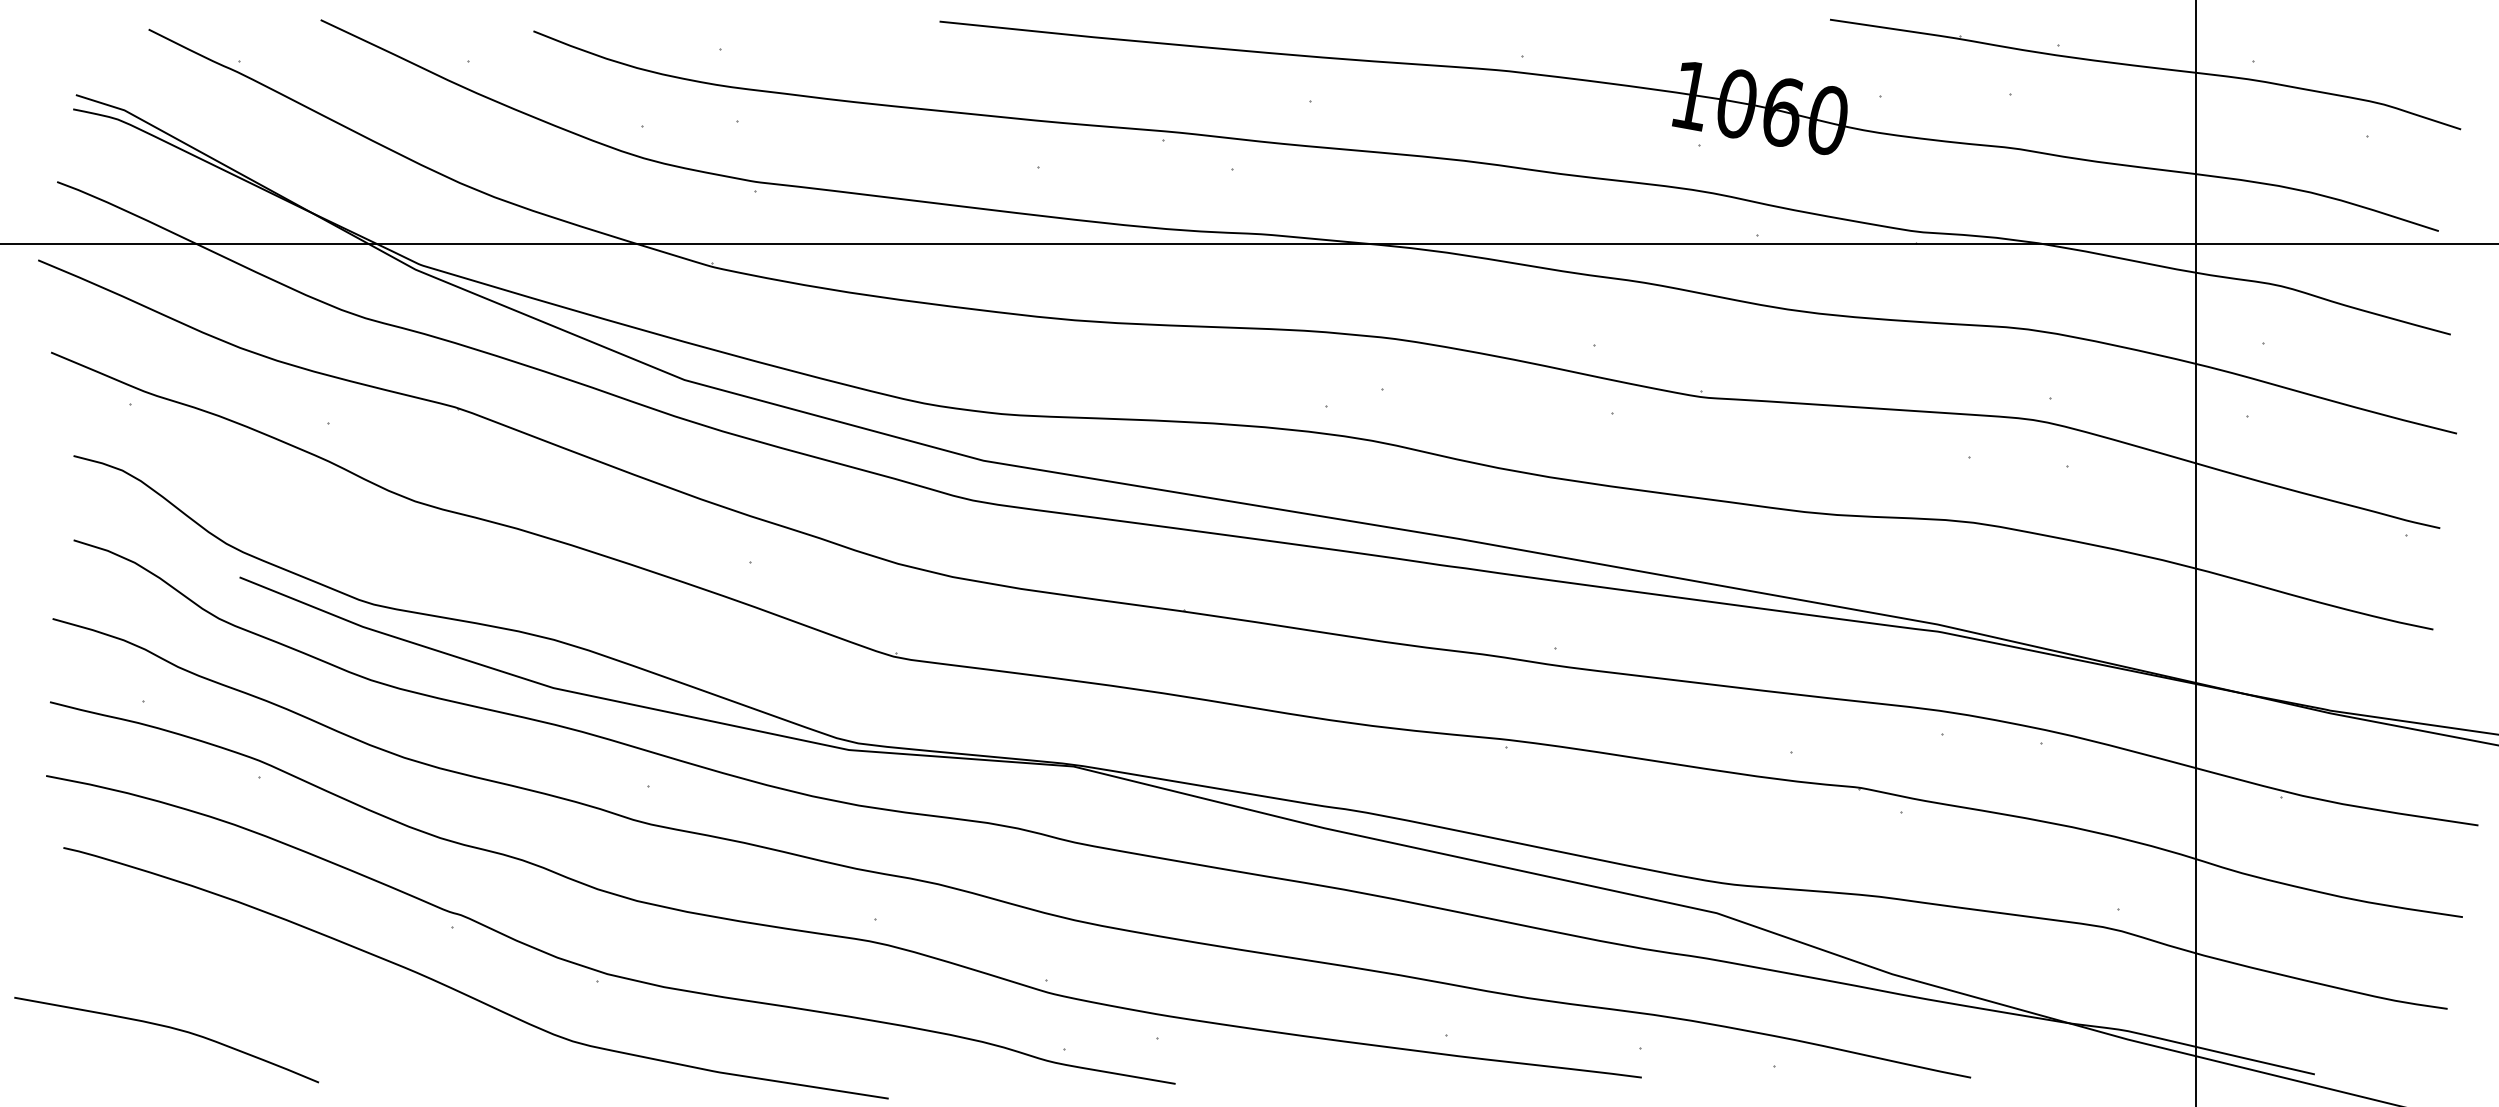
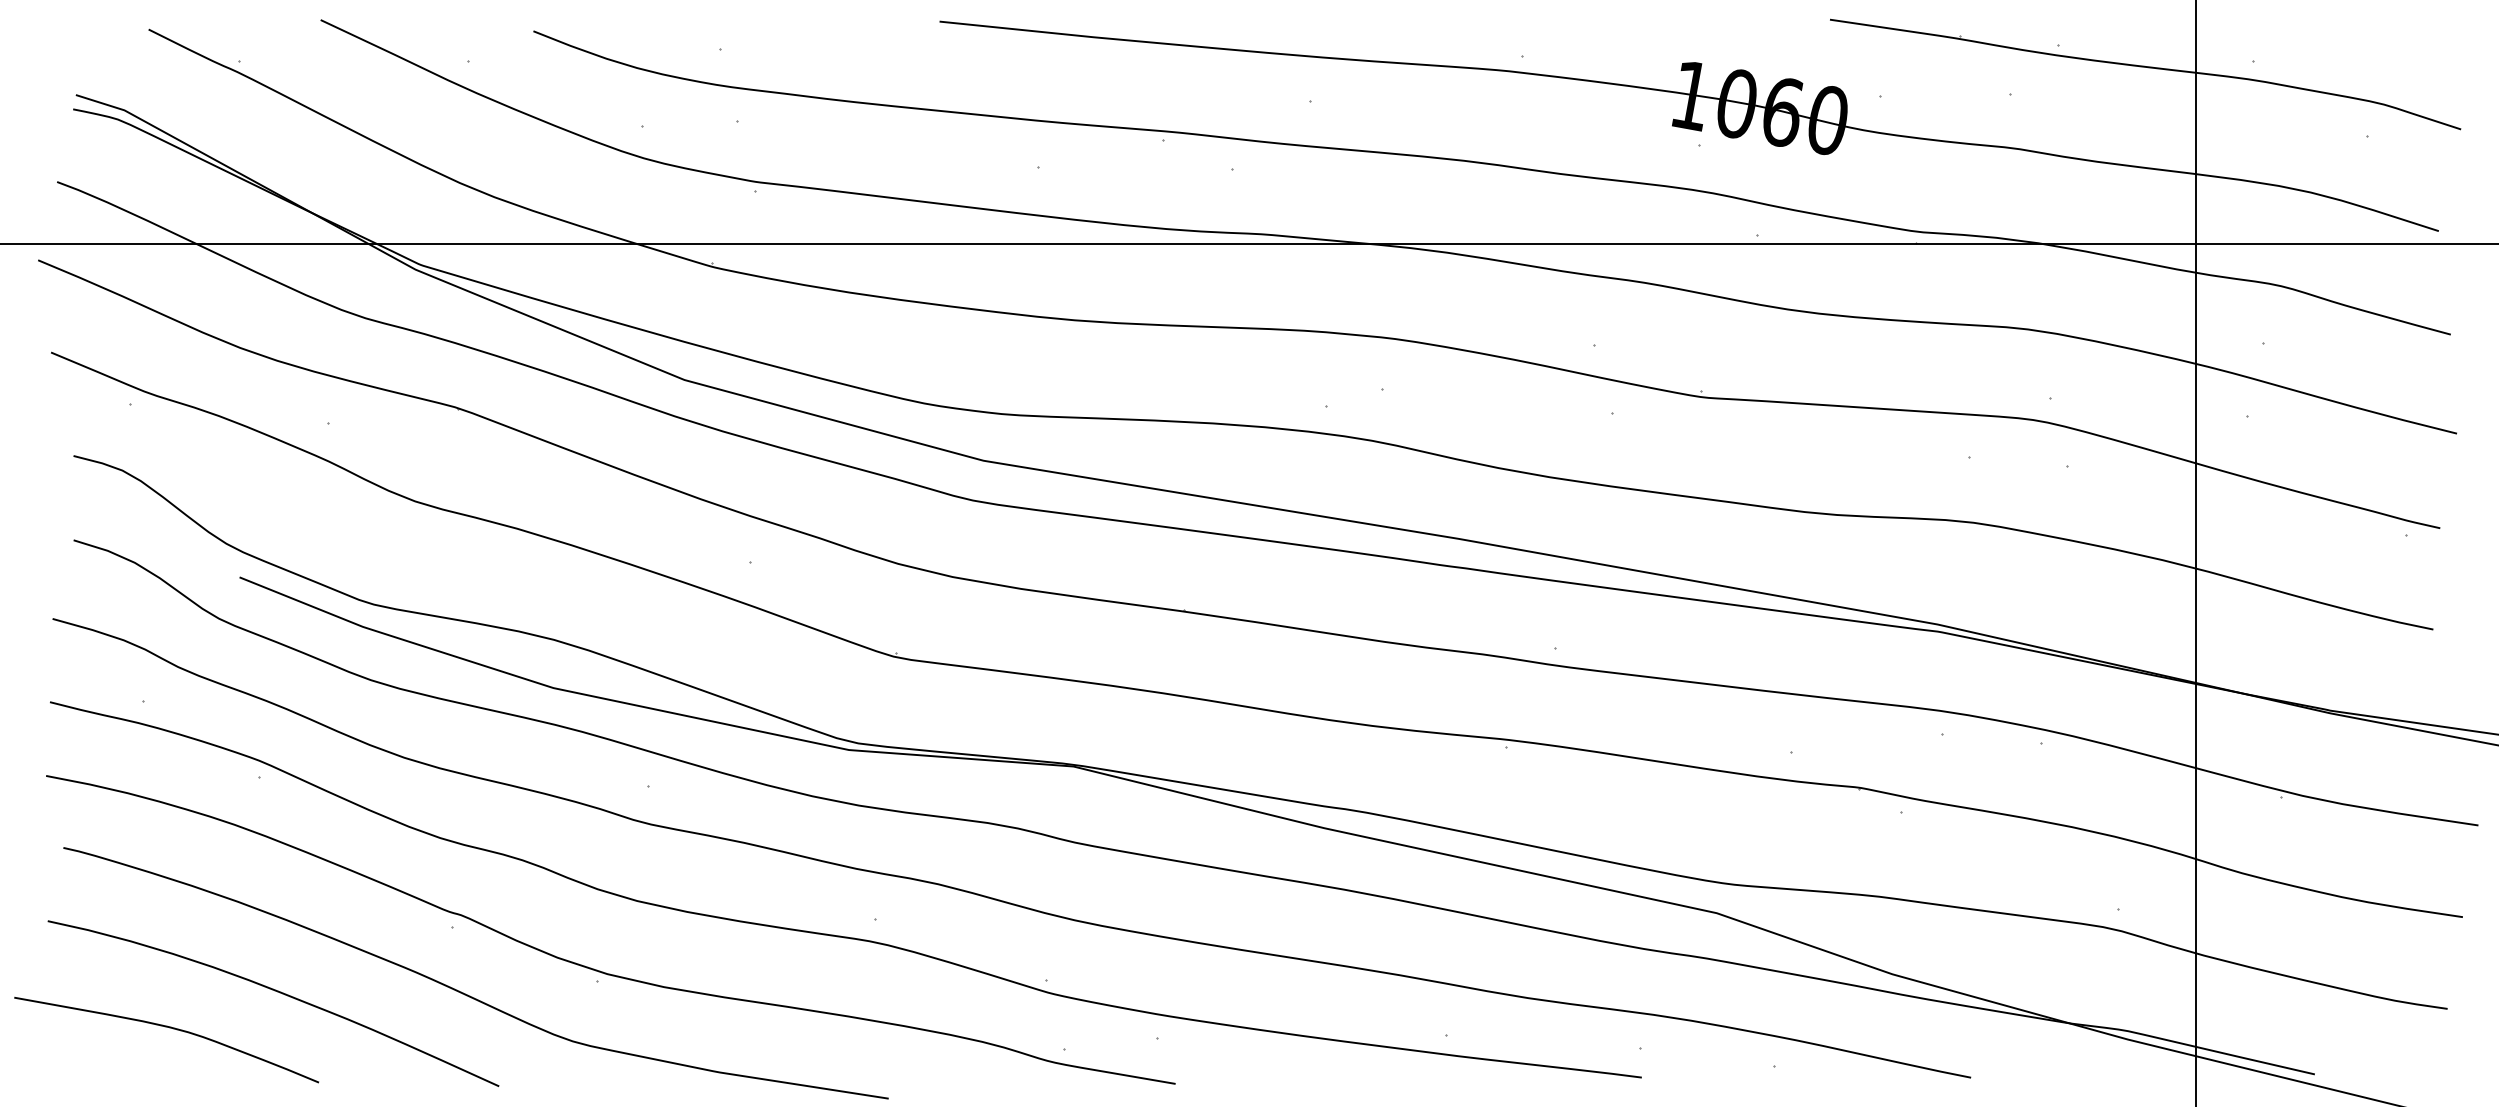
curve at (279, 993): none -> present
